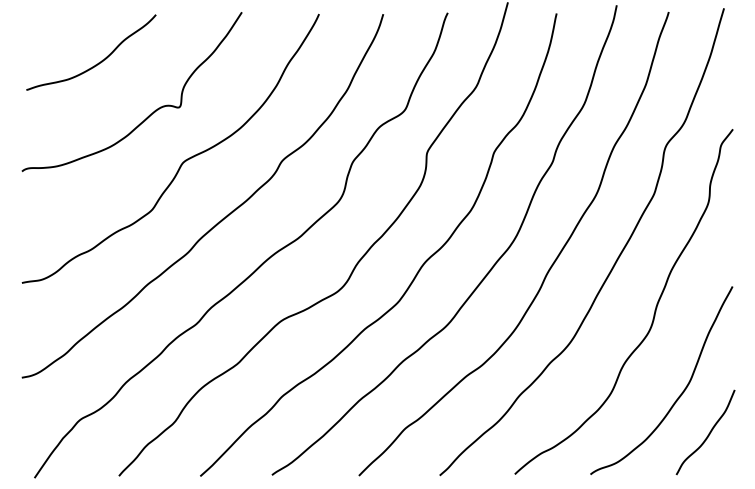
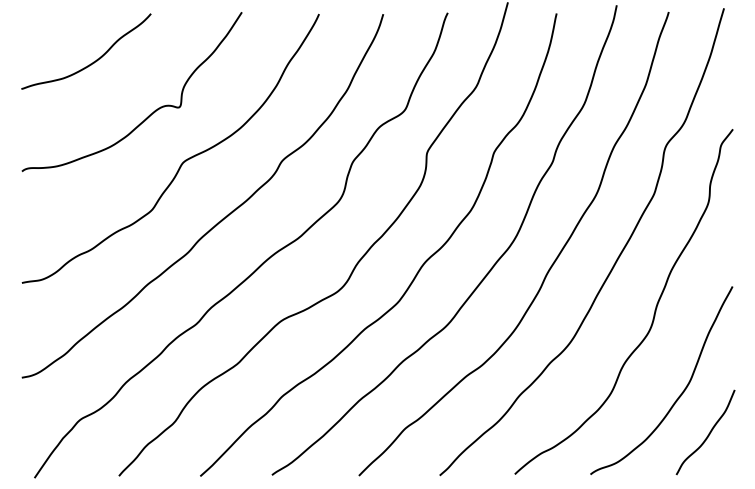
curve at (98, 62) position: (98, 62) -> (93, 61)
